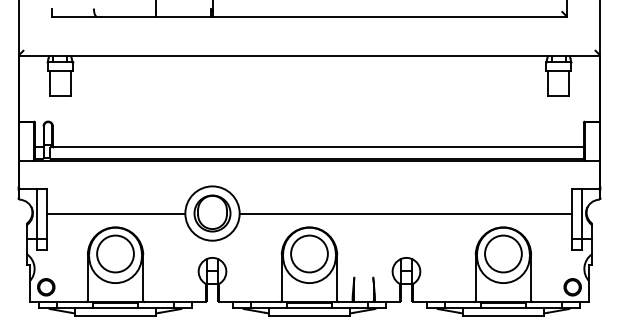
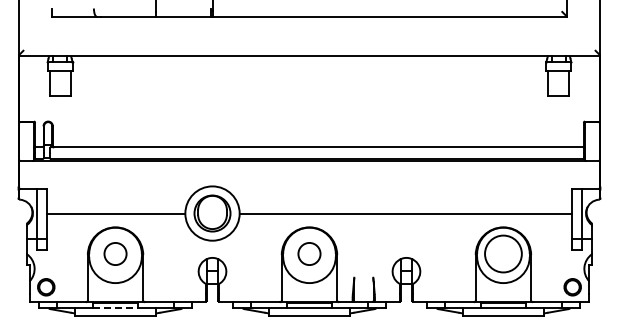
circle at (115, 253) diameter: 37 px -> 22 px
circle at (309, 253) diameter: 37 px -> 22 px
line at (116, 308): solid -> dashed
